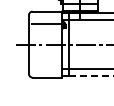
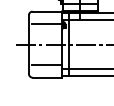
line at (46, 64): none -> present
line at (91, 76): dashed -> solid
